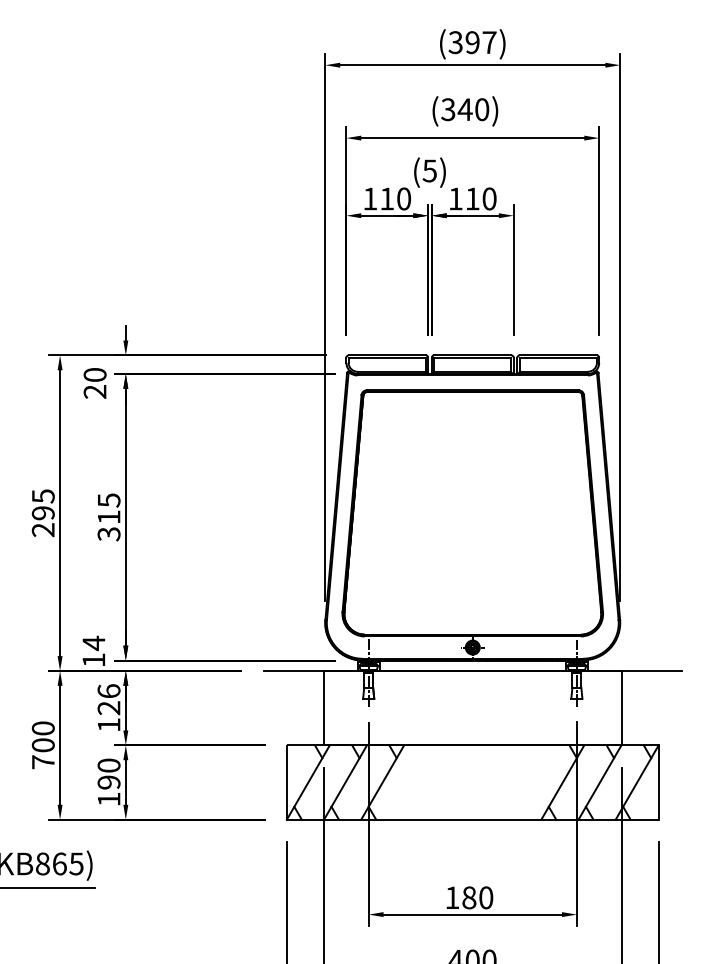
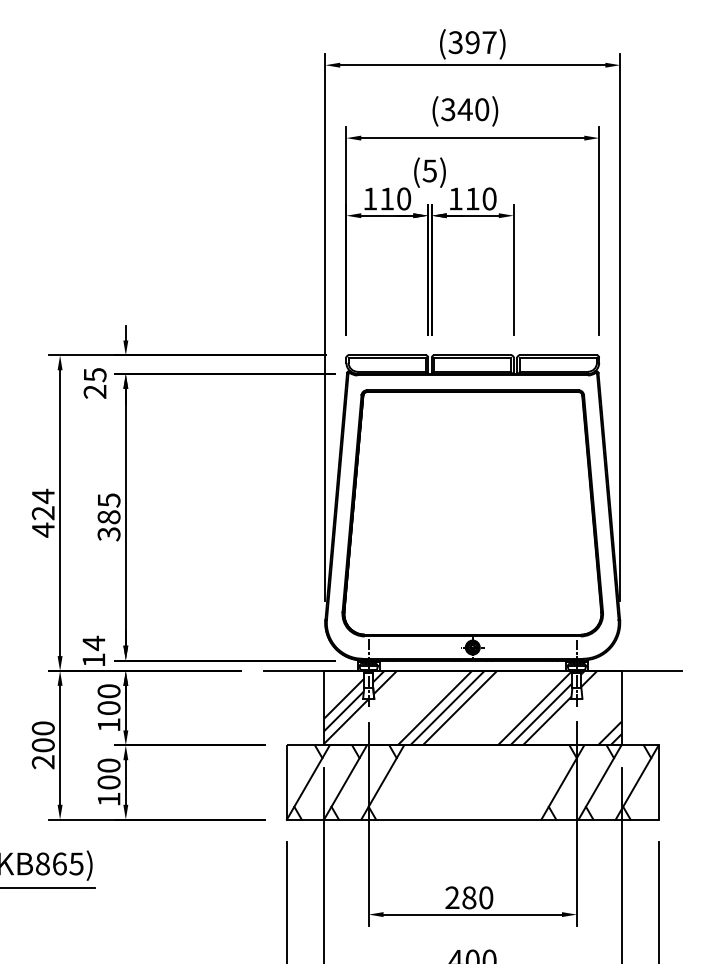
text at (94, 375): 20 -> 25
text at (42, 512): 295 -> 424
text at (108, 517): 315 -> 385
text at (108, 699): 126 -> 100
hatch at (472, 707): none -> present
text at (42, 762): 700 -> 200
text at (108, 782): 190 -> 100
text at (452, 897): 180 -> 280
